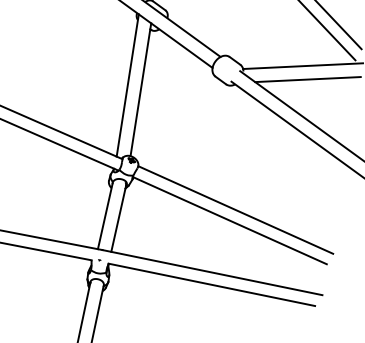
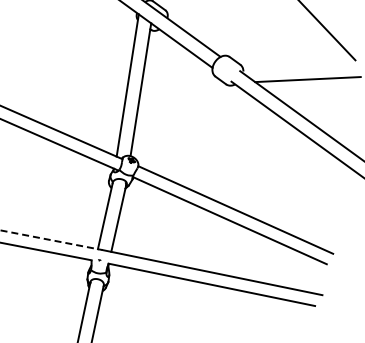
line at (339, 25): present -> none
line at (302, 66): present -> none
line at (51, 240): solid -> dashed
